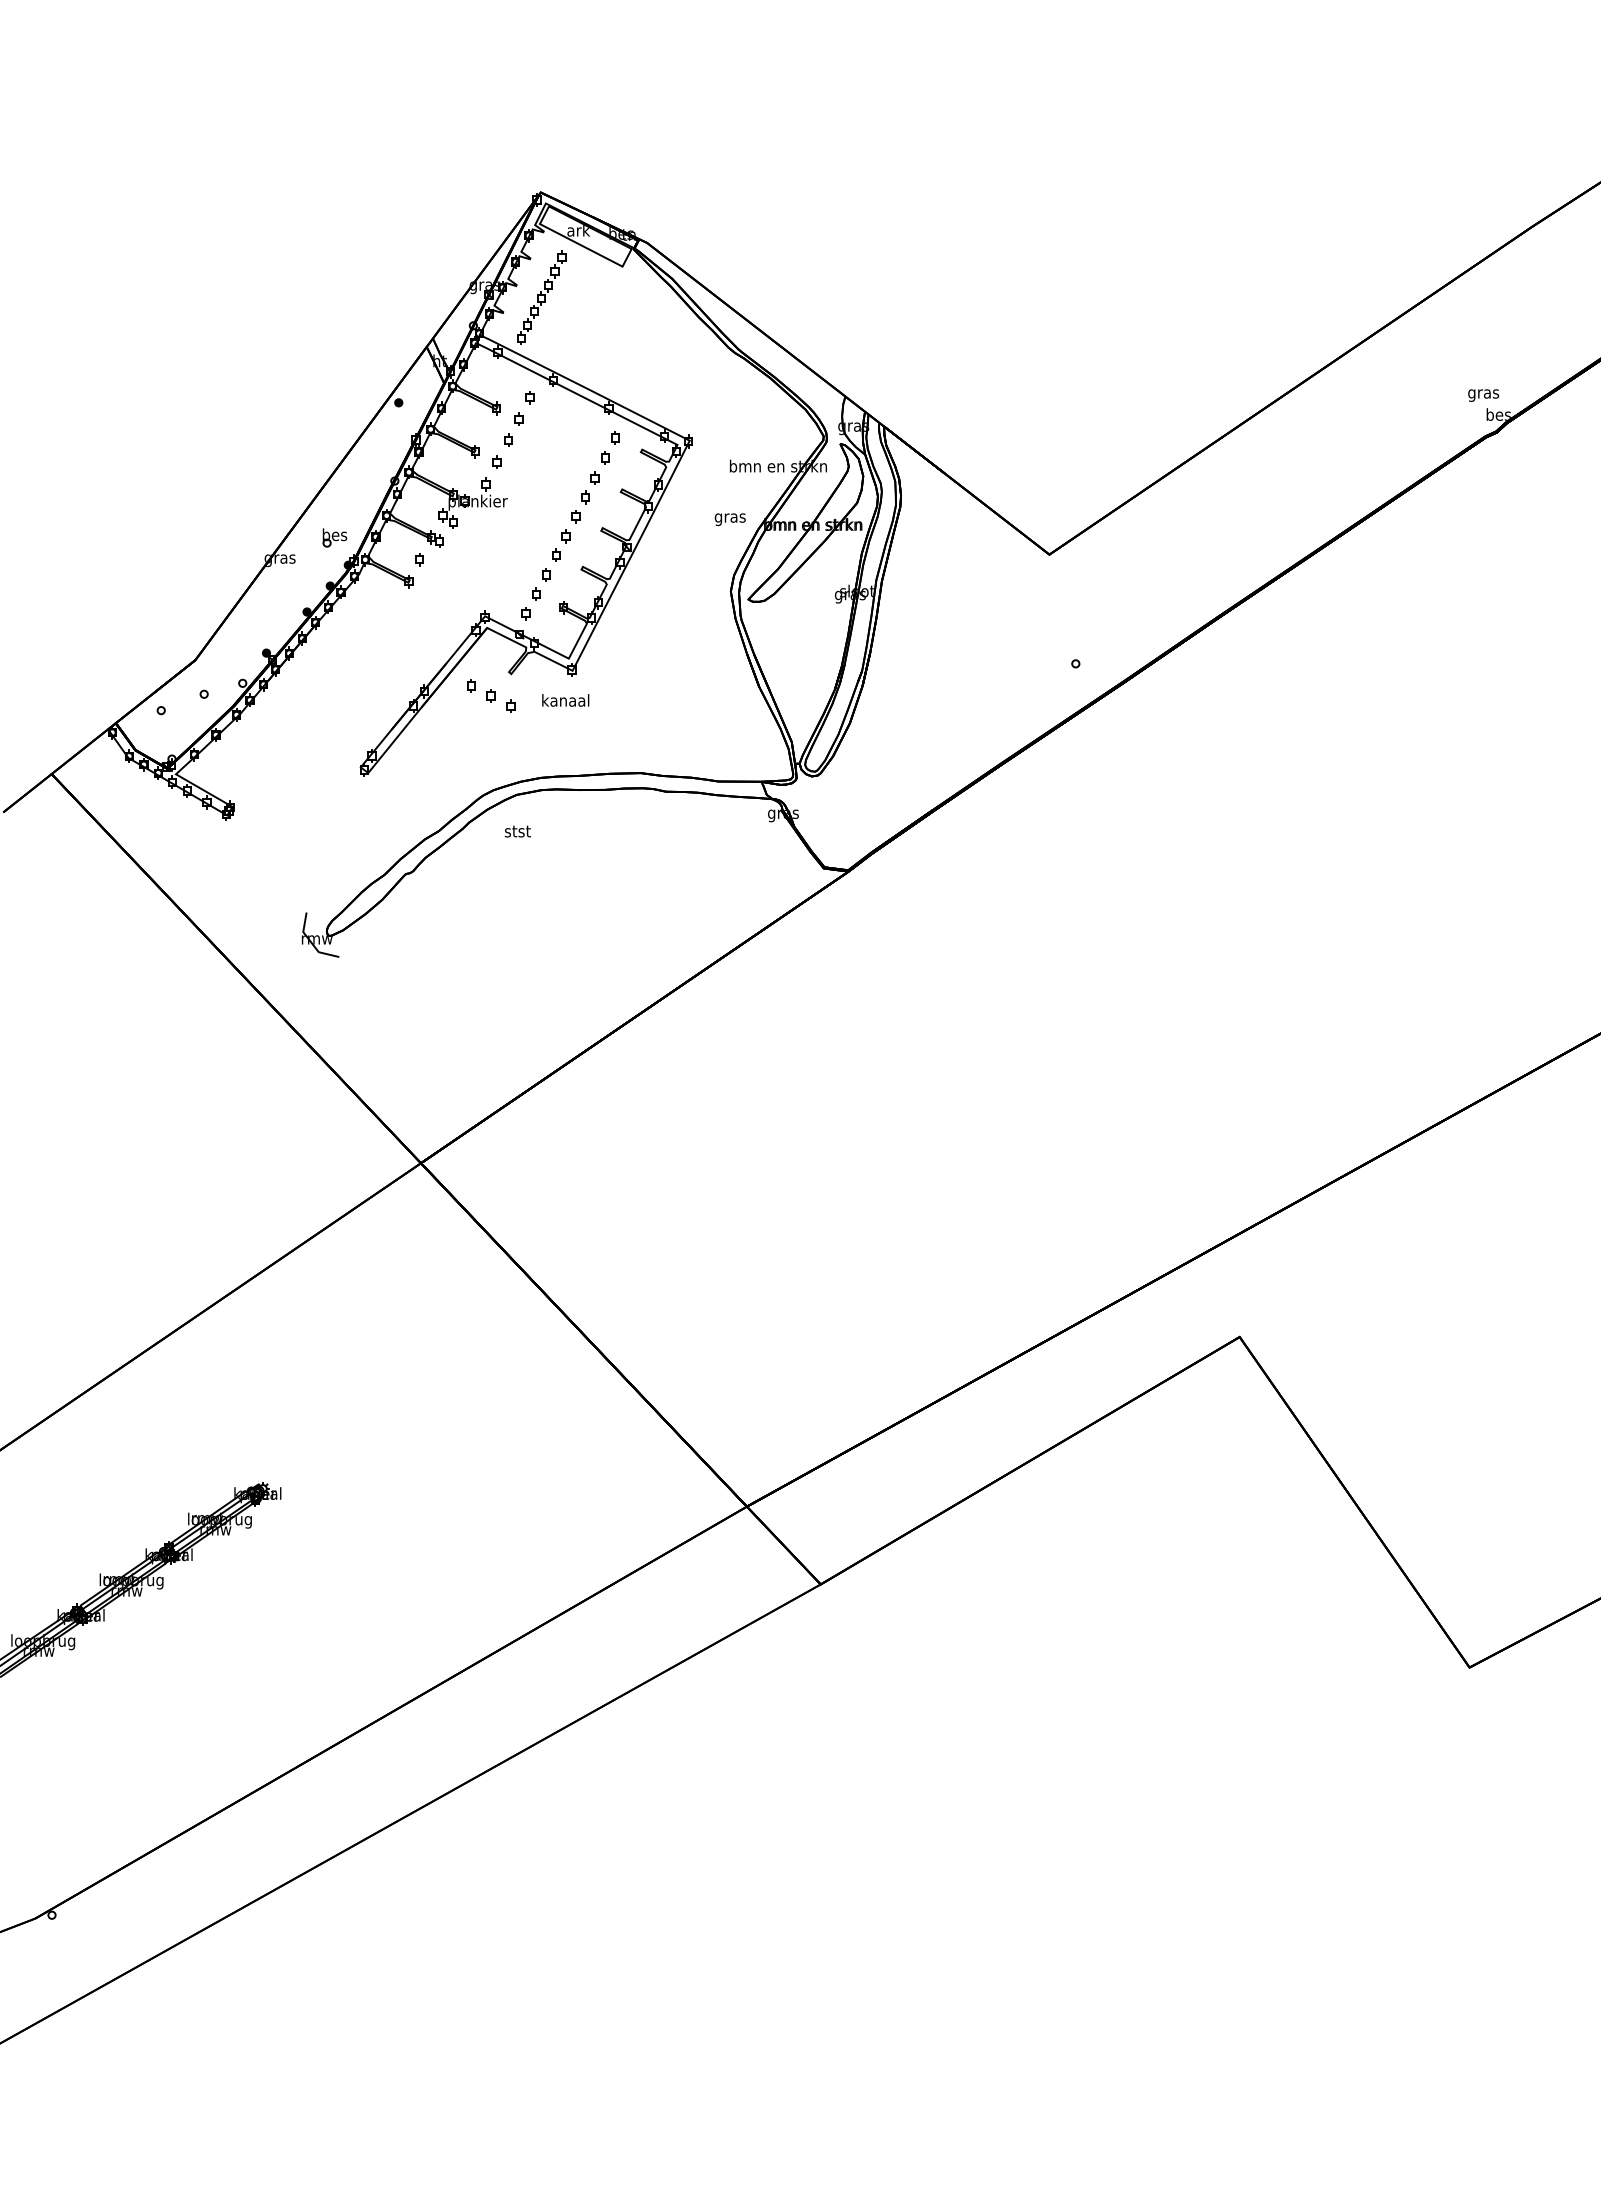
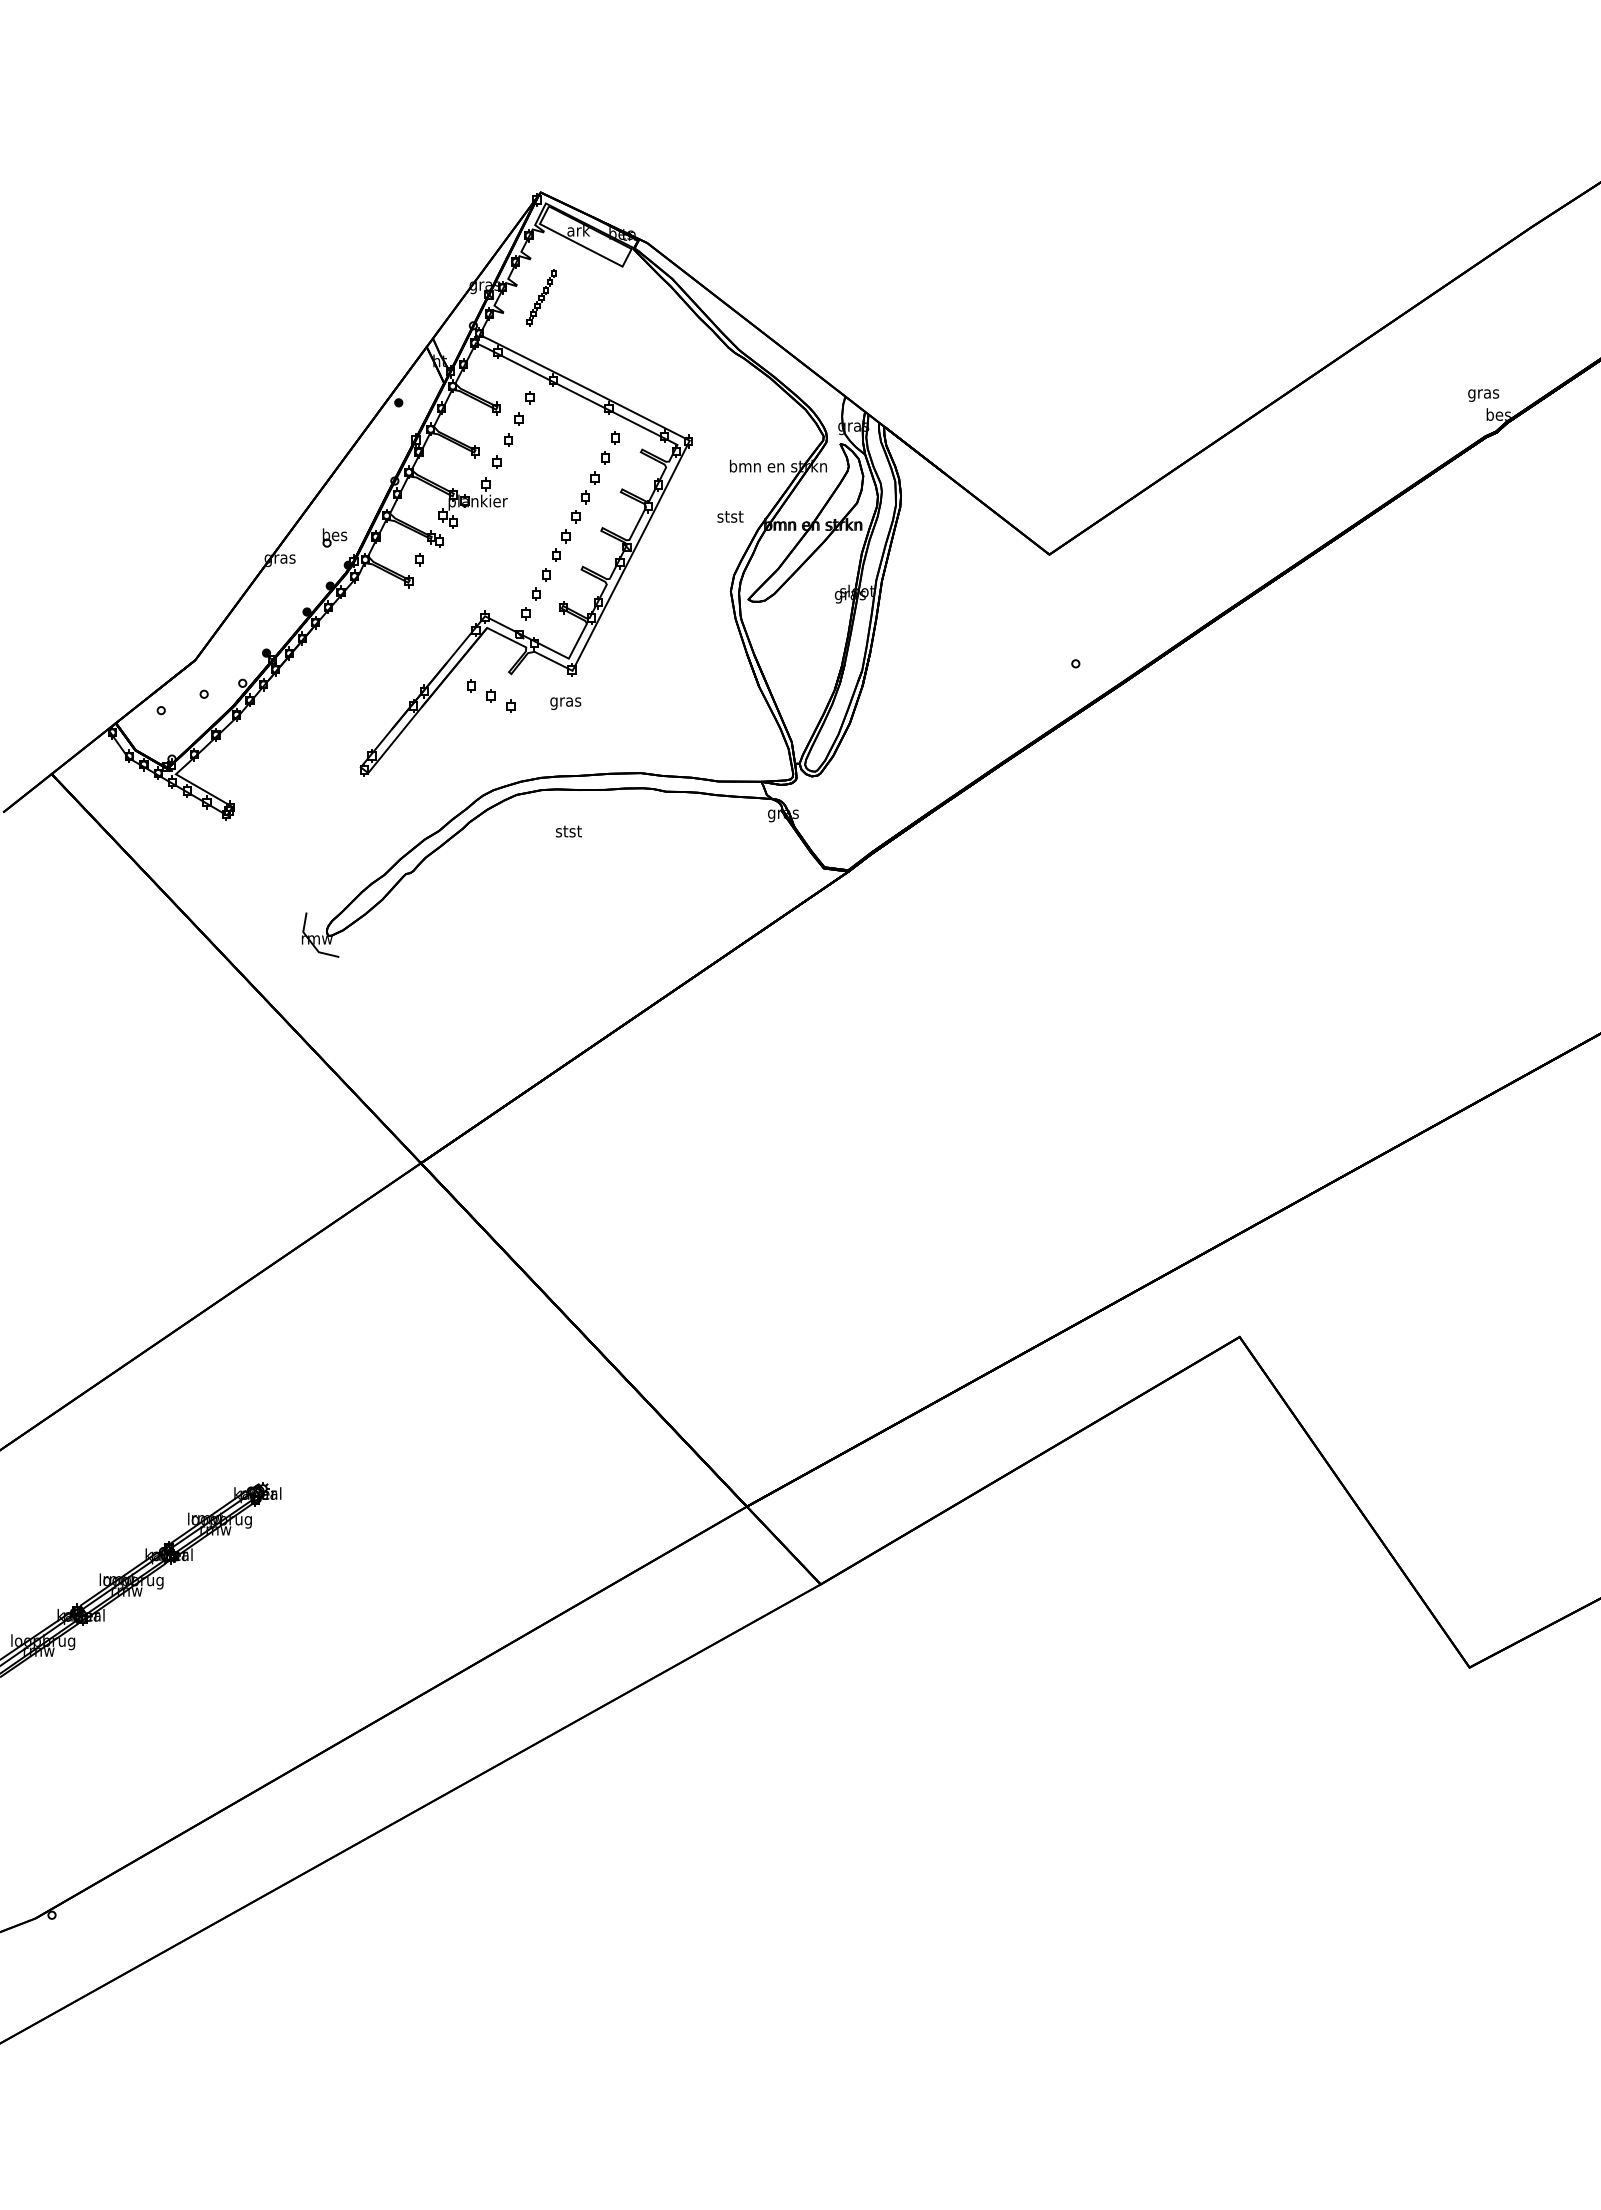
part at (541, 297) size: 50x95 px -> 31x58 px
text at (729, 518): gras -> stst
text at (565, 702): kanaal -> gras
text at (517, 831) position: (517, 831) -> (568, 831)
